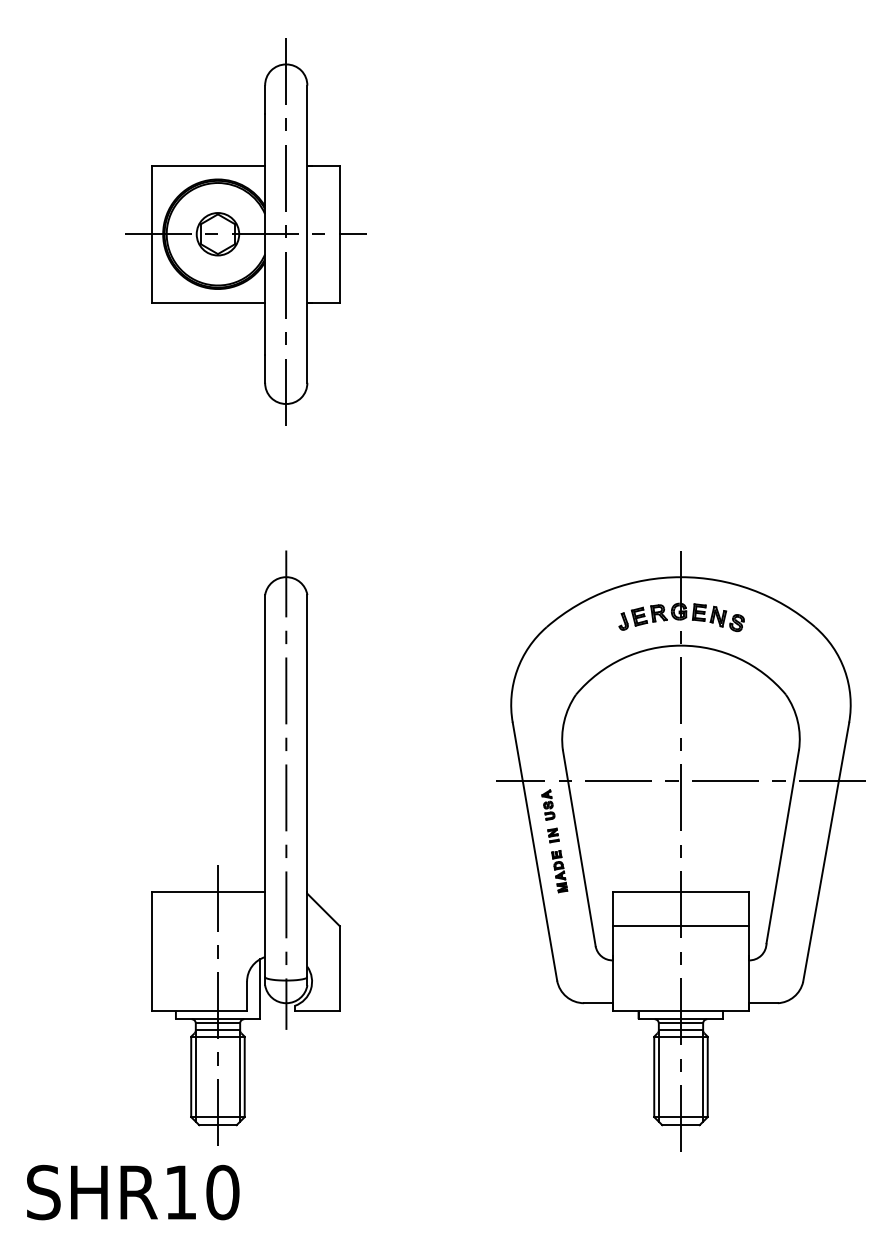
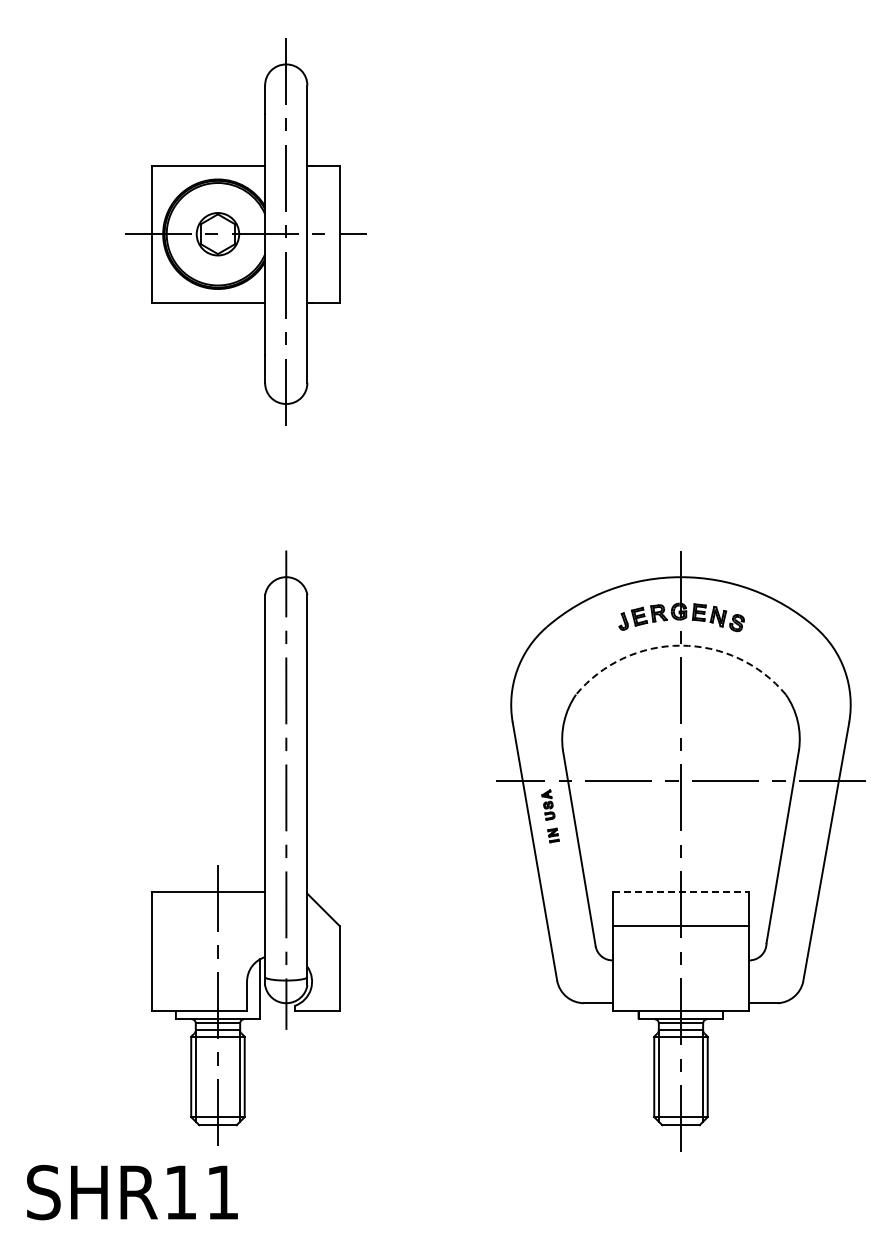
arc at (680, 645): solid -> dashed
part at (559, 871): present -> none
line at (680, 891): solid -> dashed
text at (222, 1192): SHR10 -> SHR11
